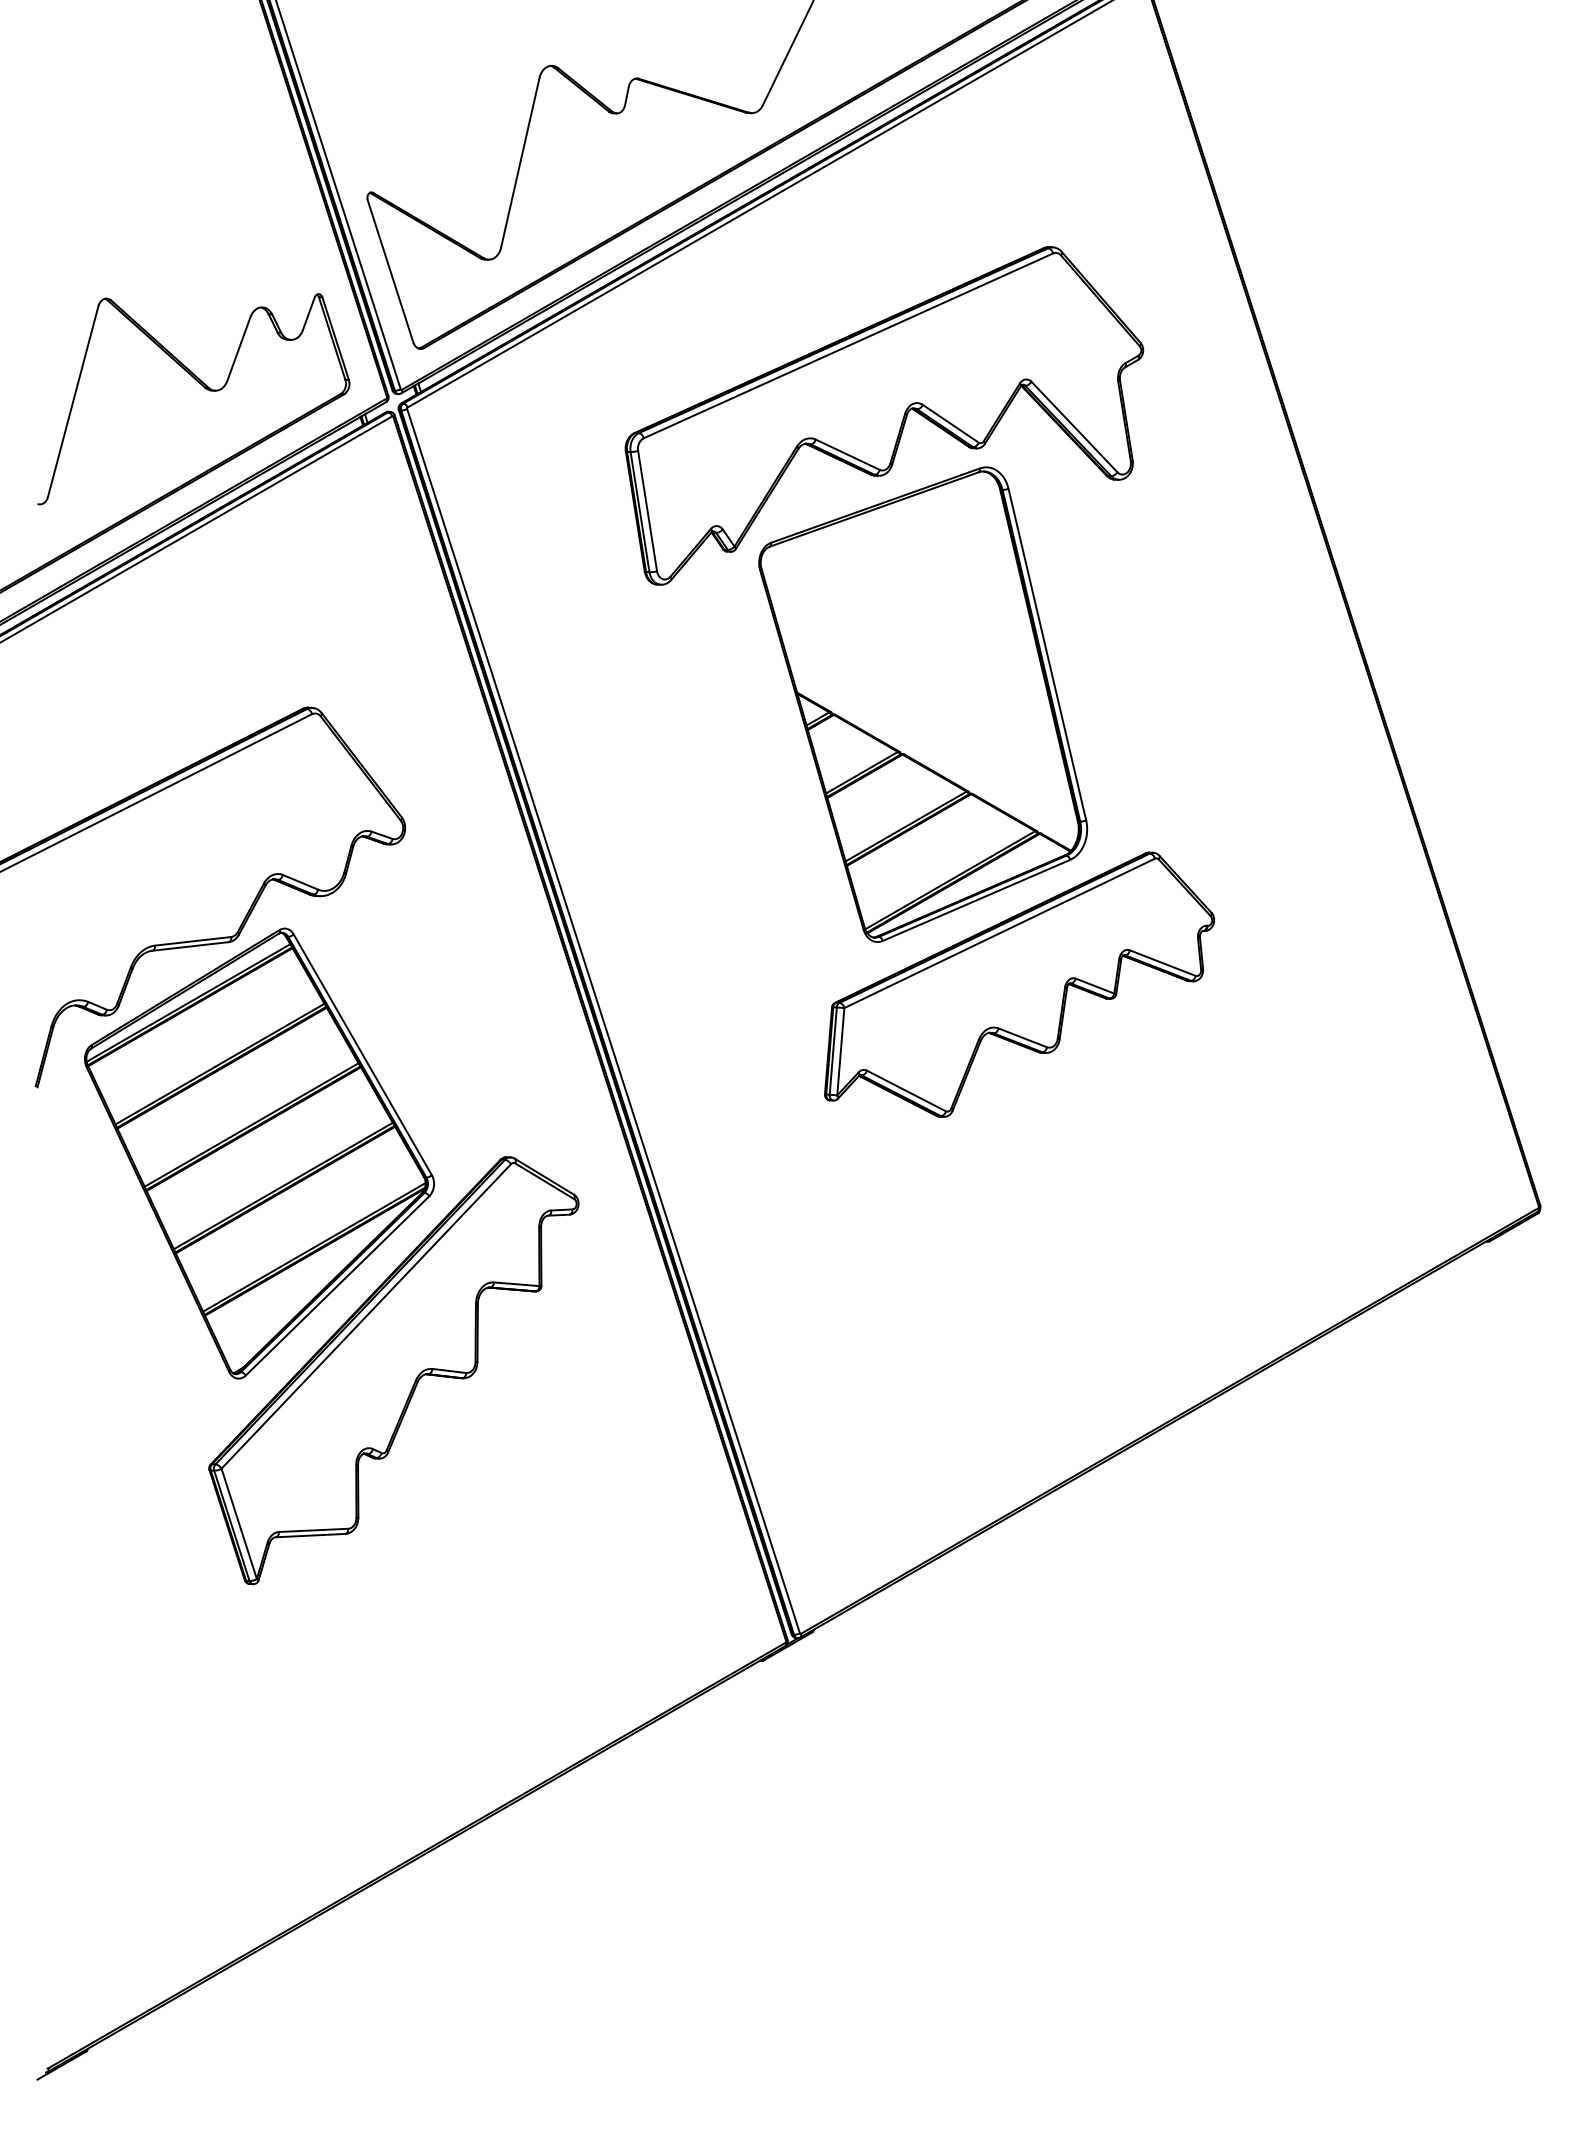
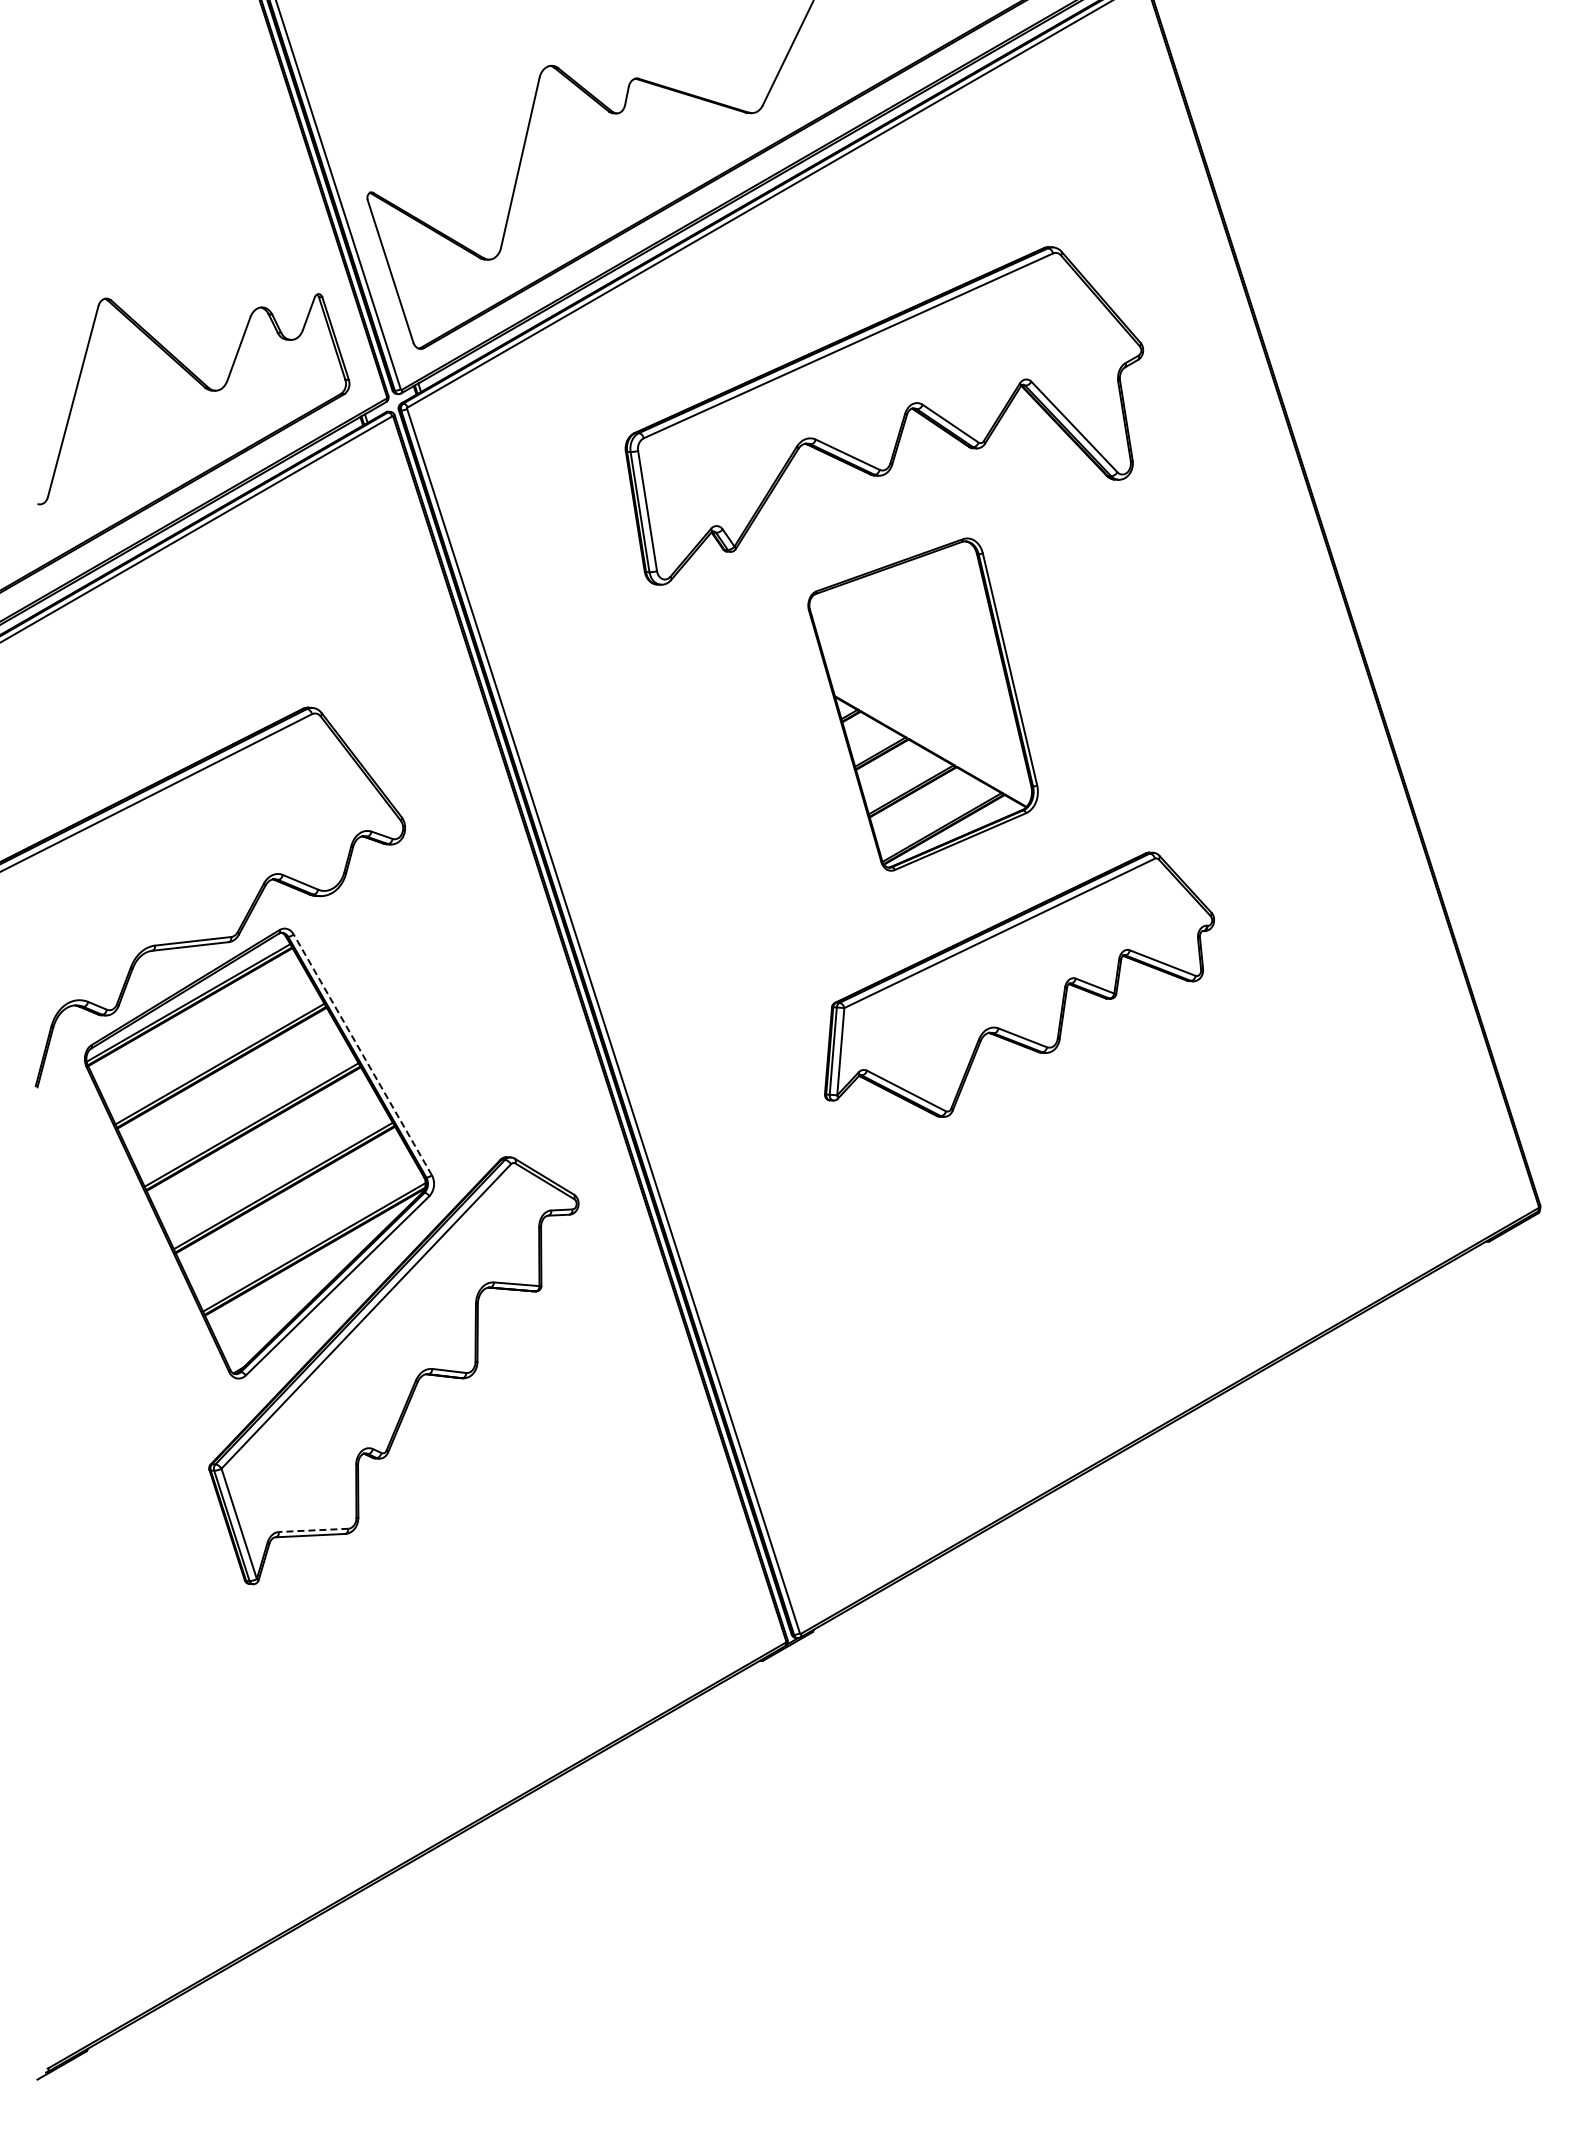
part at (922, 704) size: 330x477 px -> 232x335 px
line at (362, 1054): solid -> dashed
line at (313, 1530): solid -> dashed
